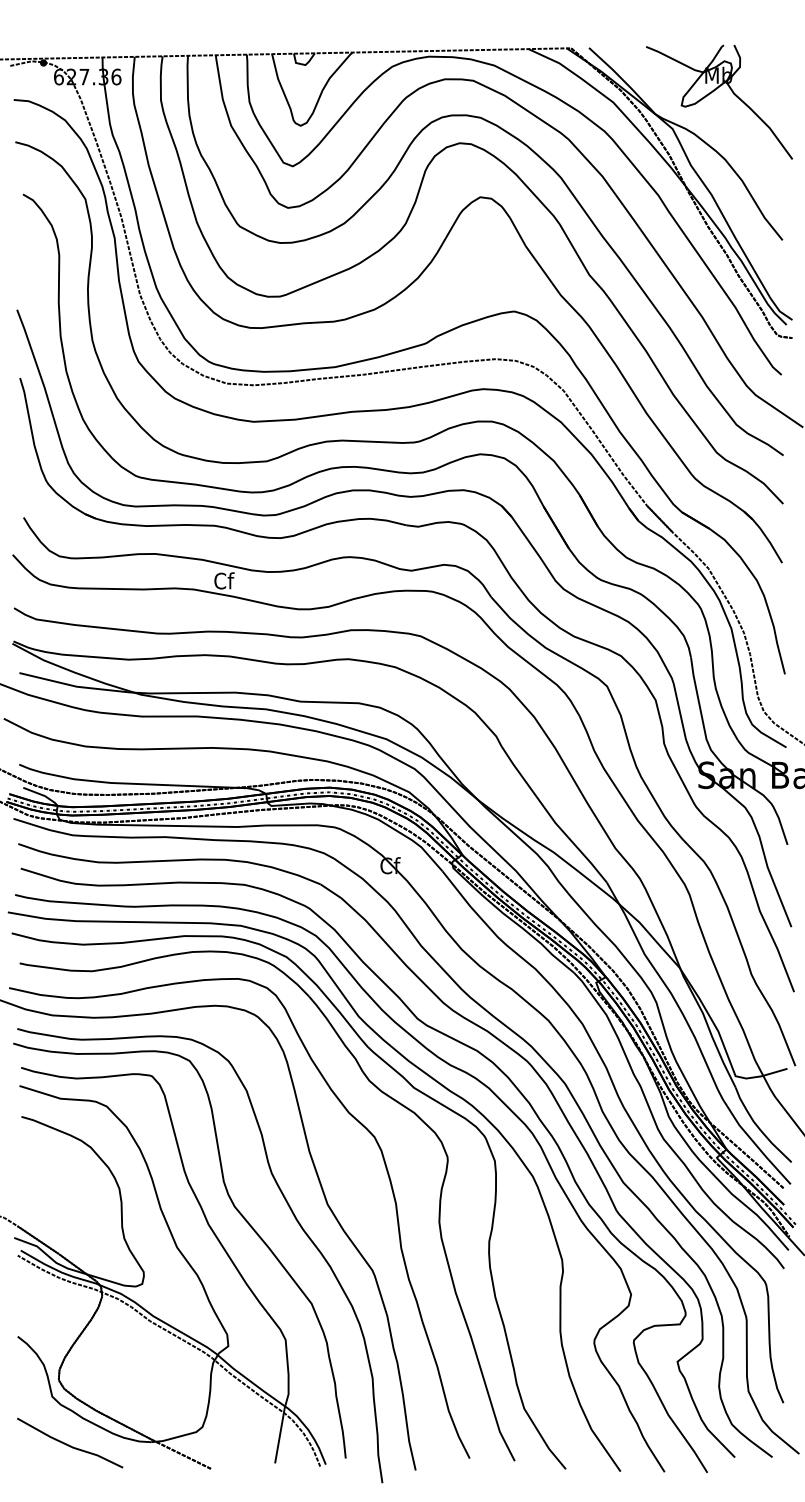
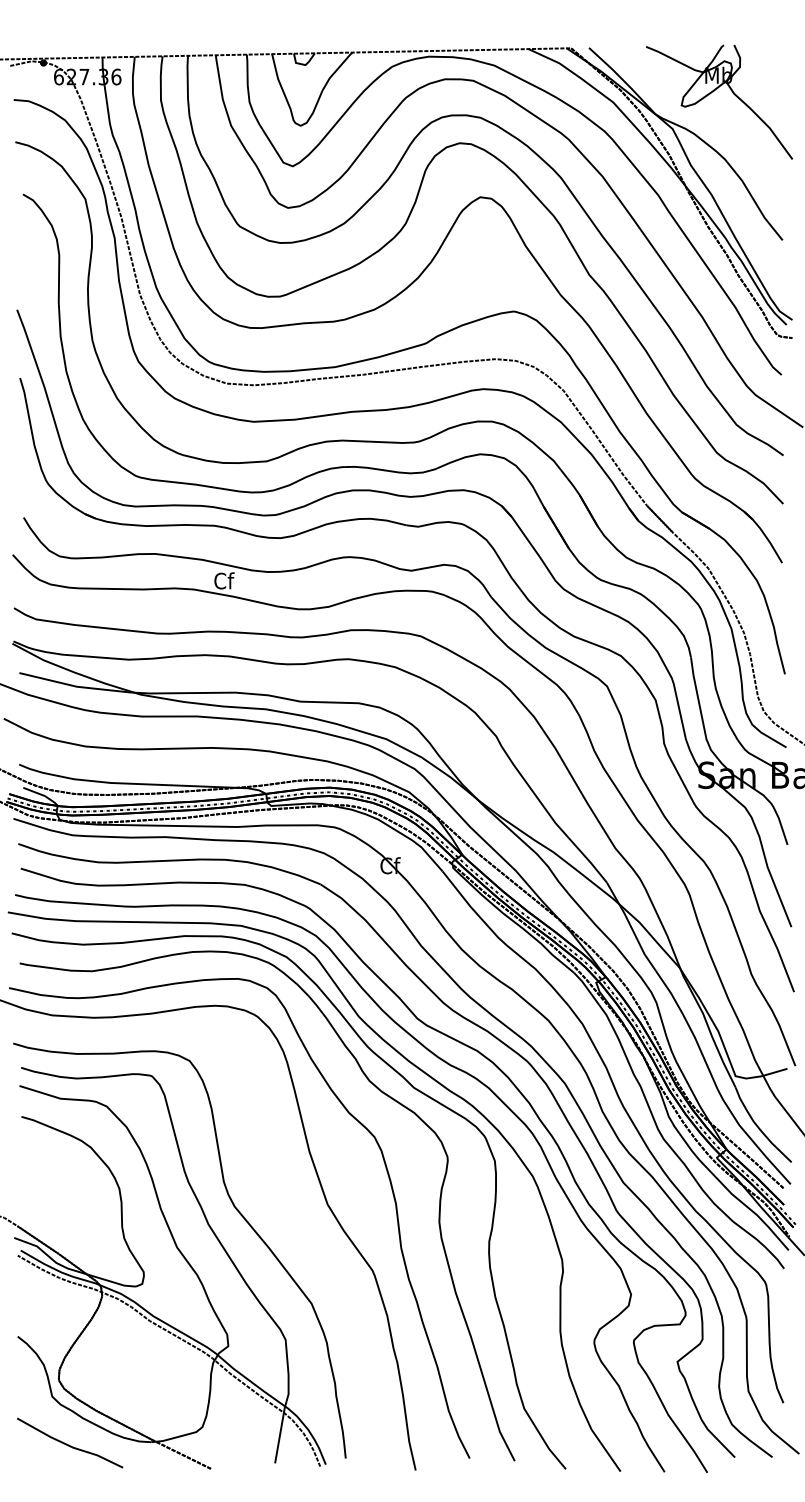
curve at (287, 1205): present -> none
